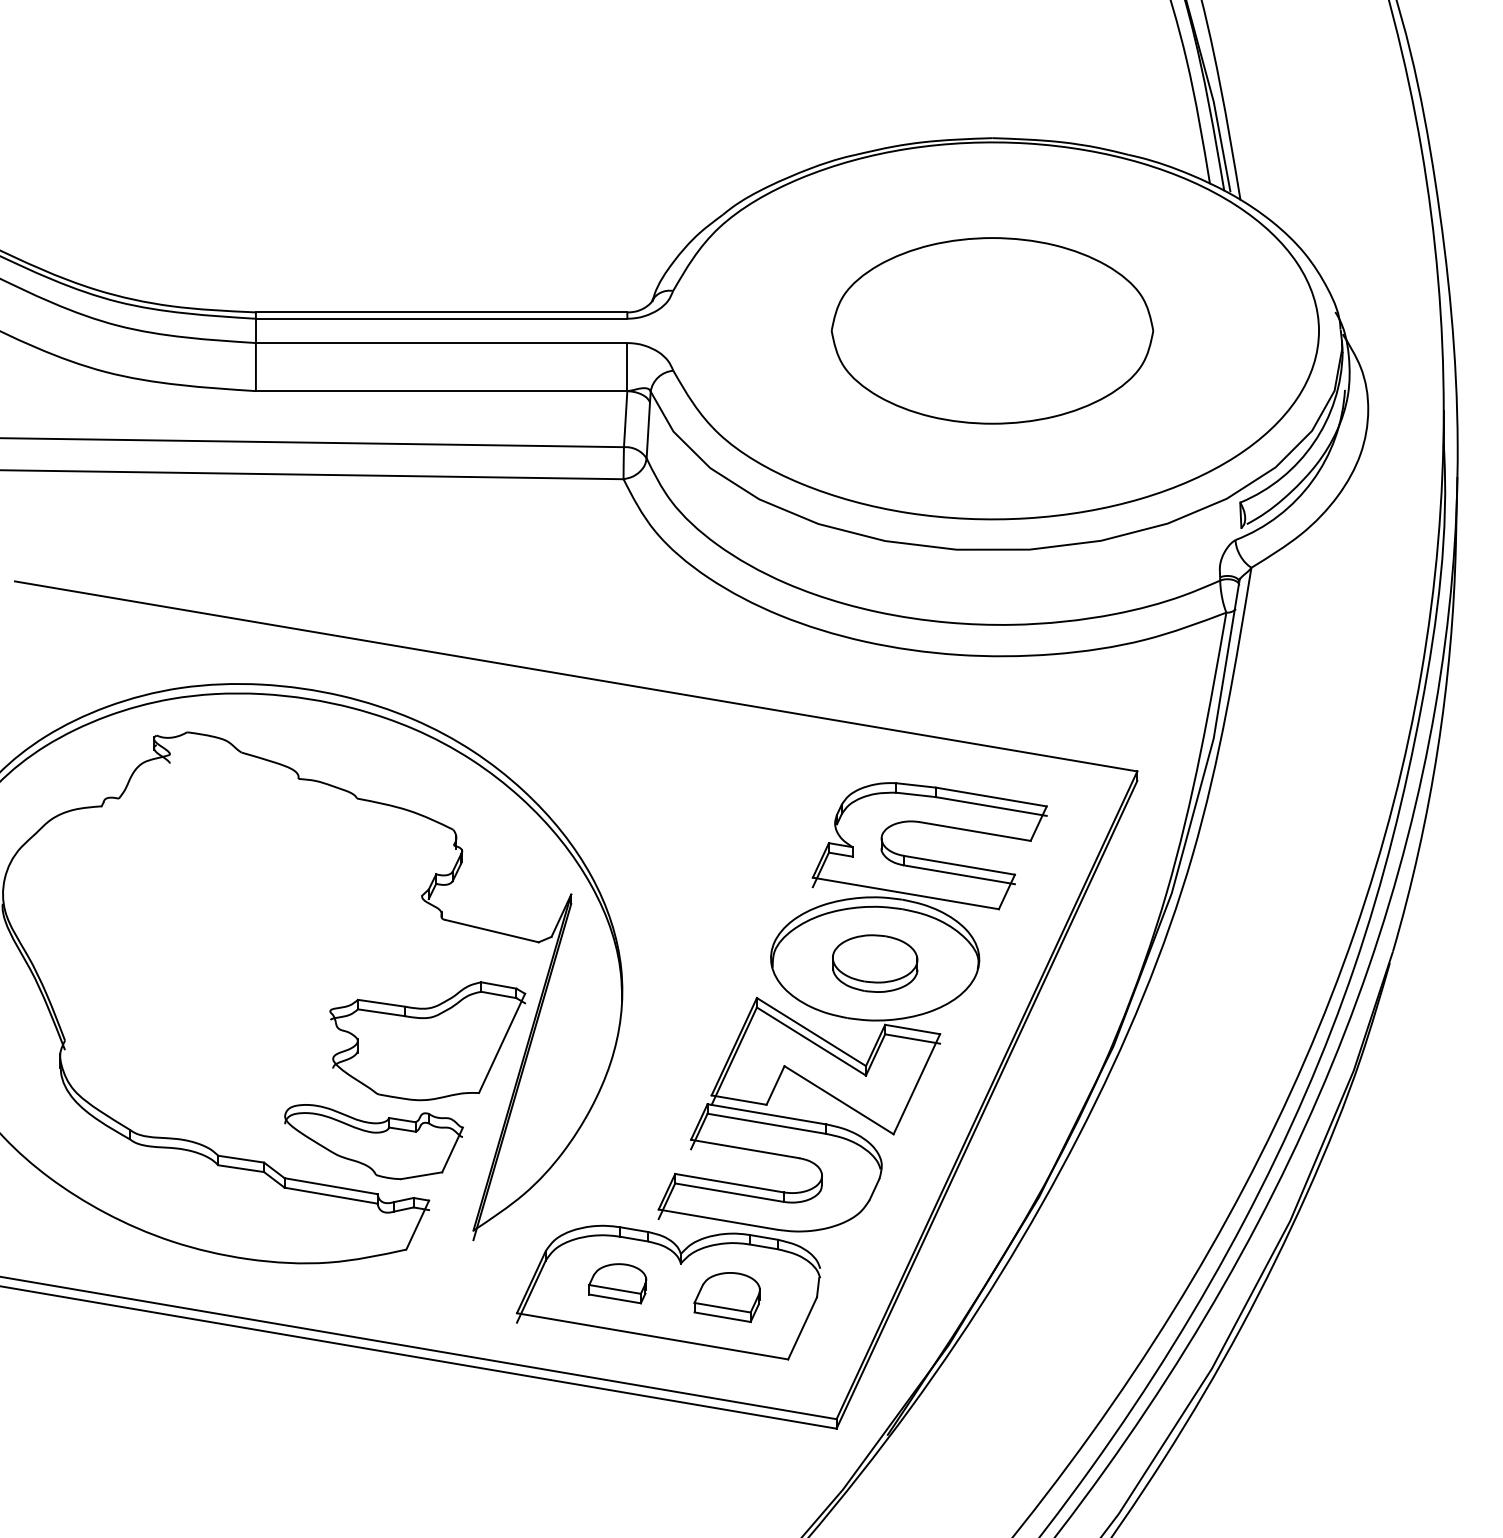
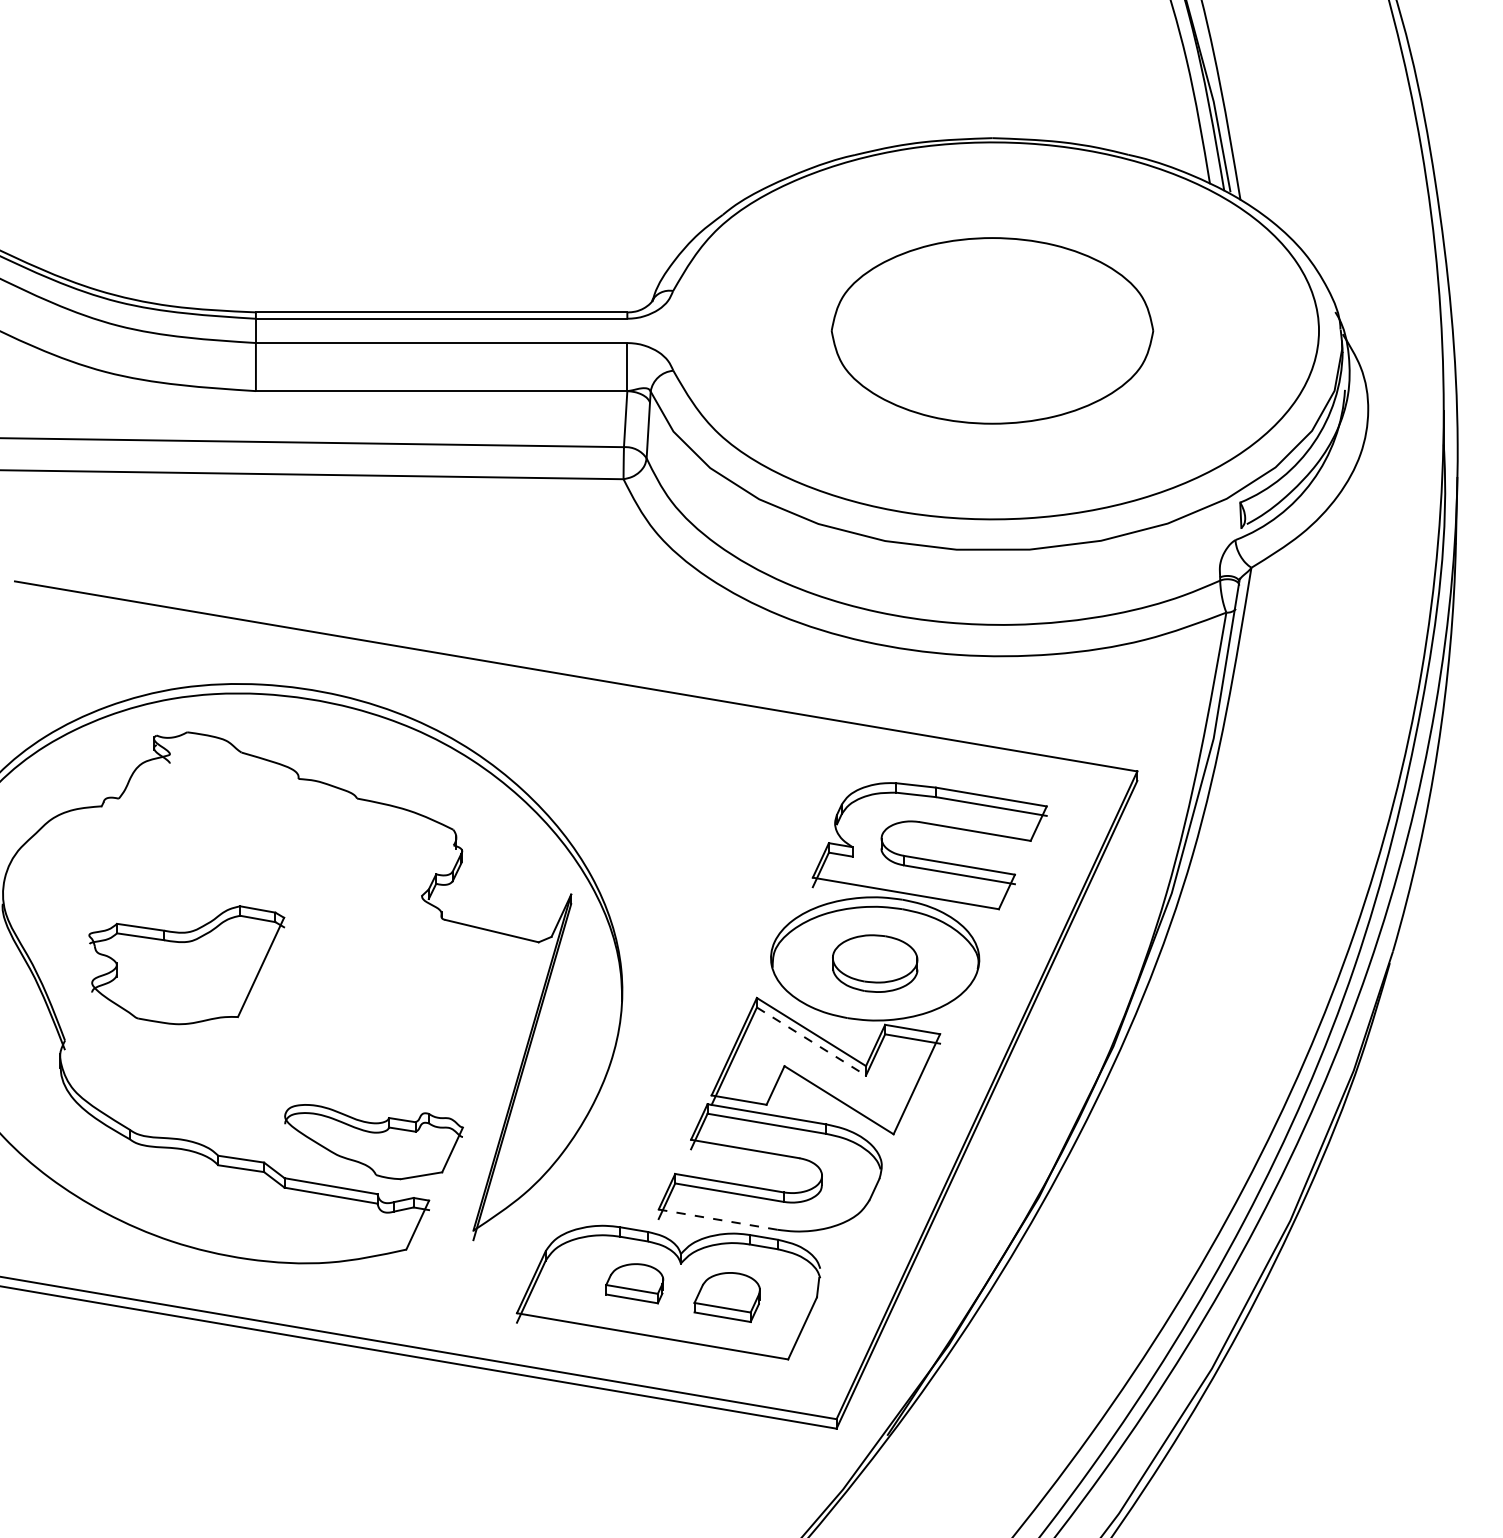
part at (427, 1041) position: (427, 1041) -> (186, 965)
line at (811, 1041): solid -> dashed
line at (717, 1219): solid -> dashed
part at (617, 1283) position: (617, 1283) -> (634, 1283)
